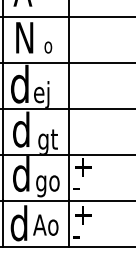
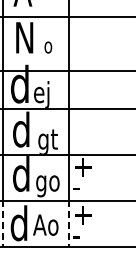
line at (67, 63) position: (67, 63) -> (67, 71)
line at (3, 223): solid -> dashed
line at (68, 223): solid -> dashed
